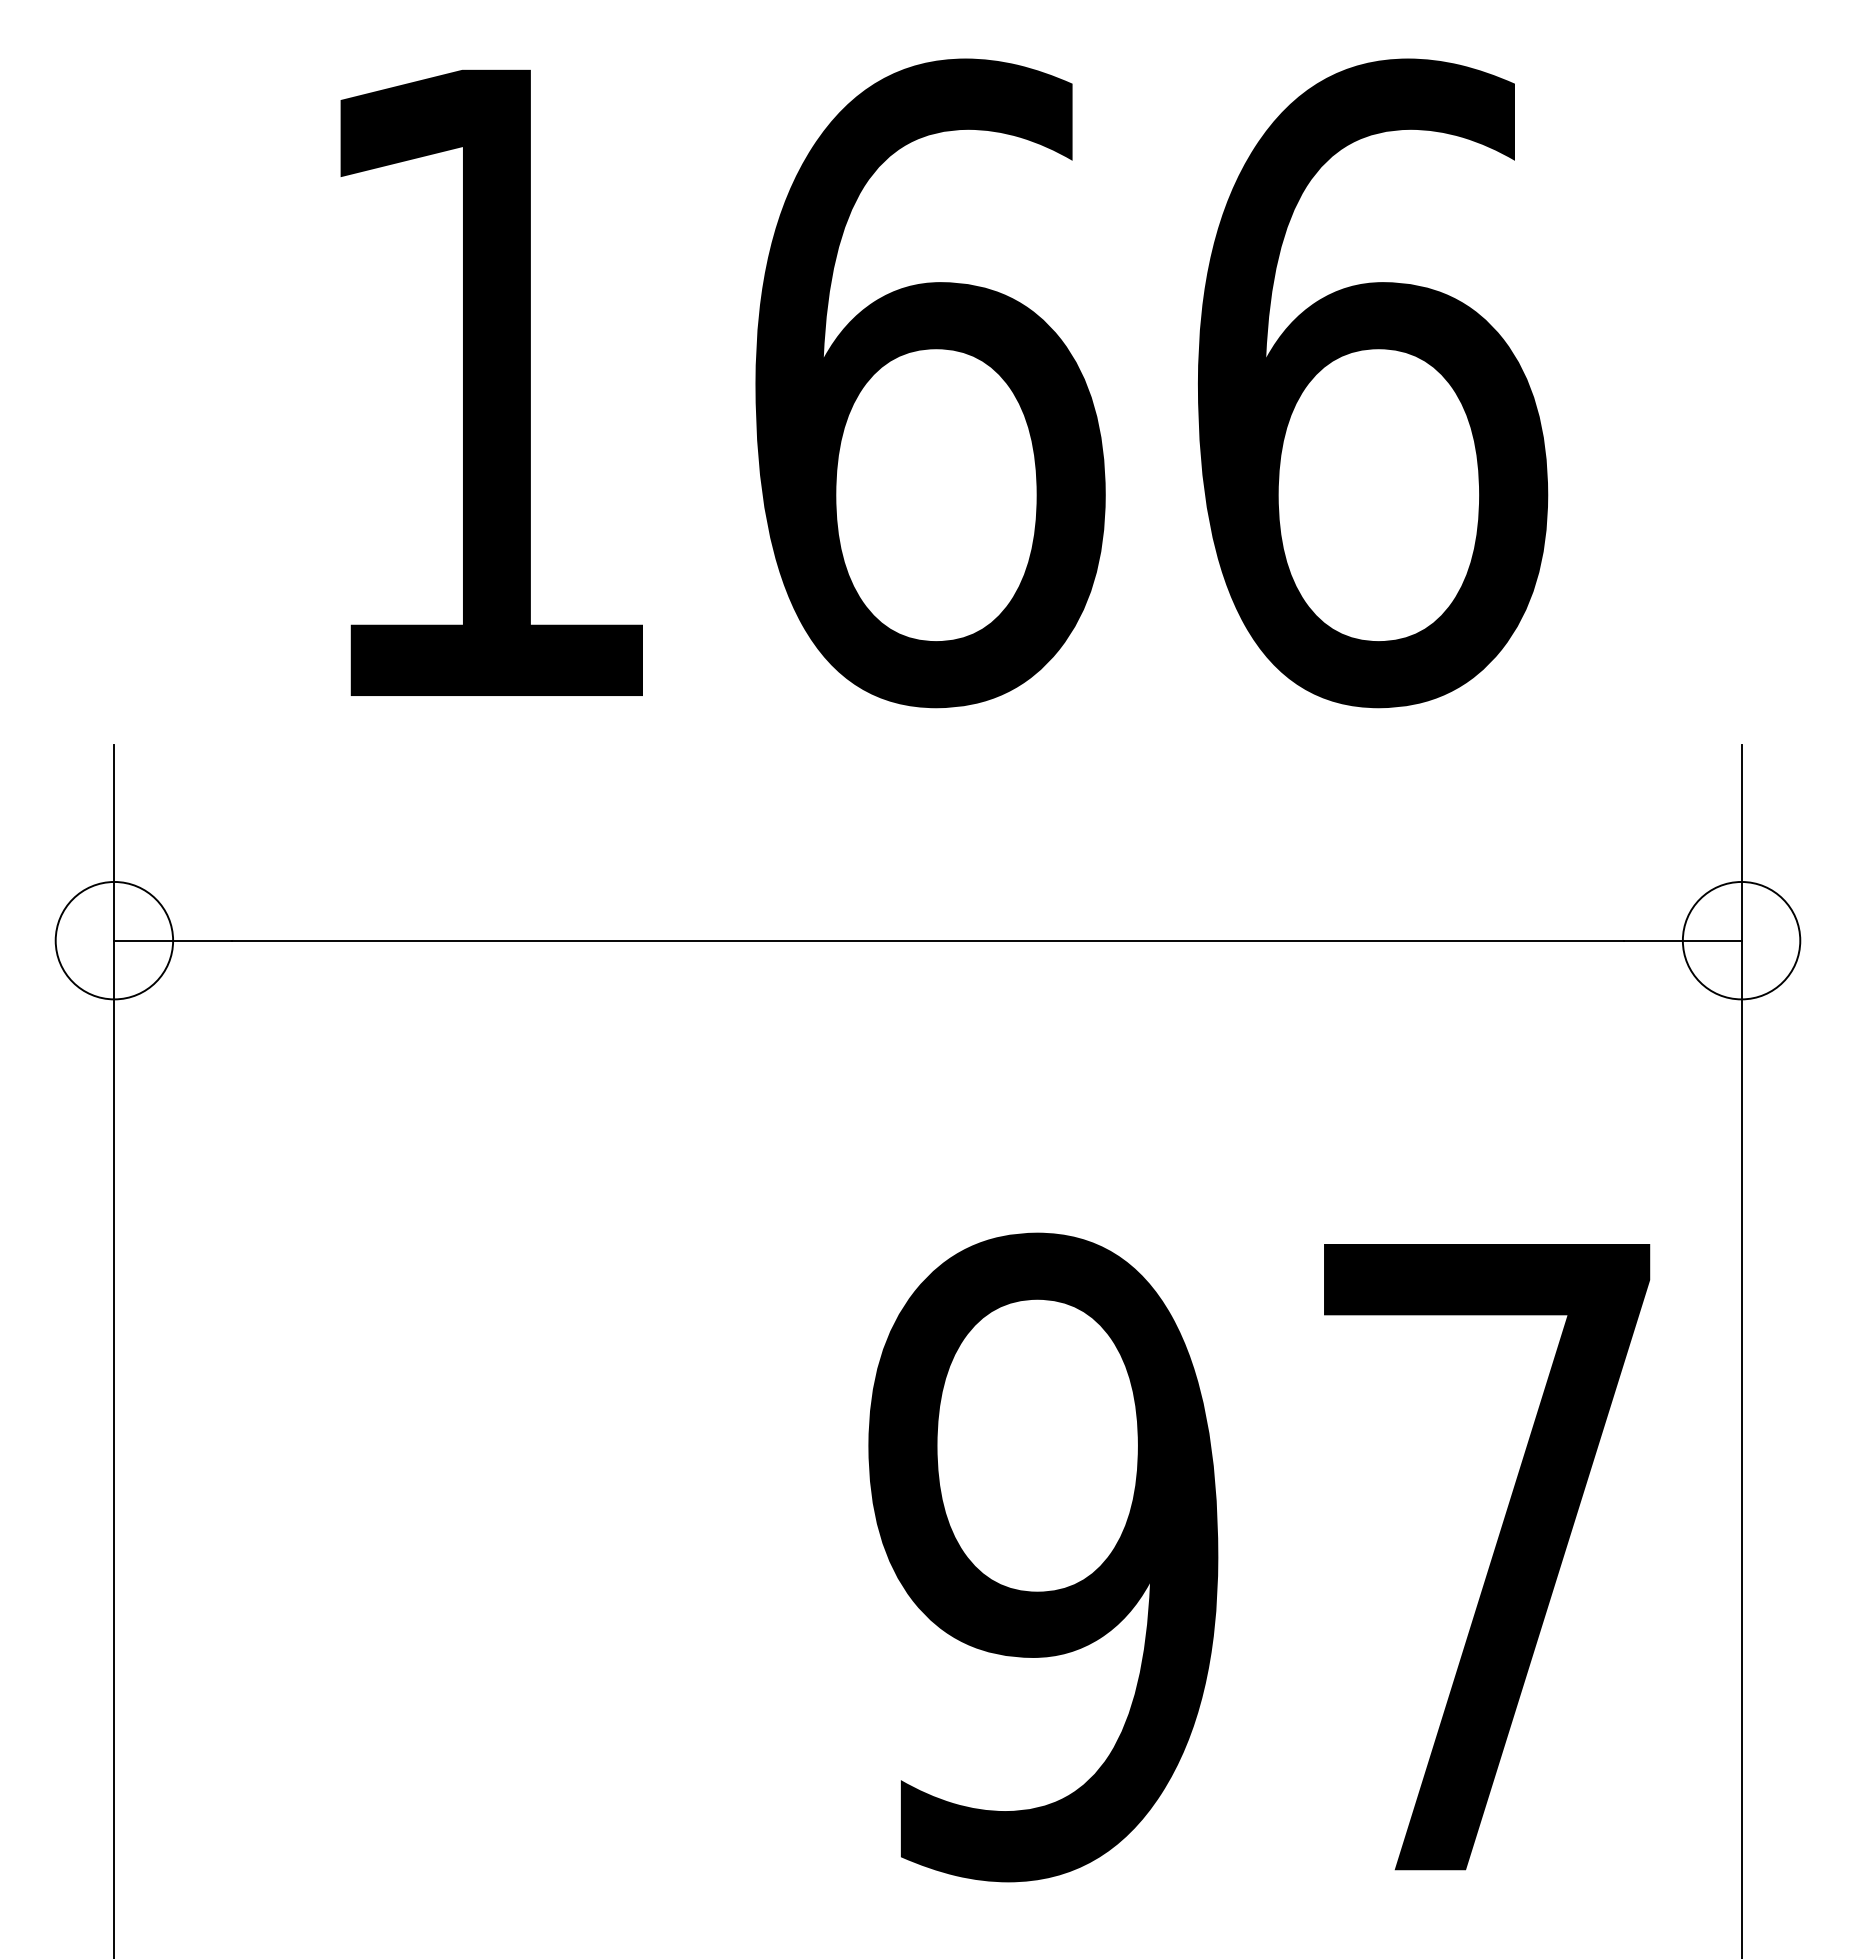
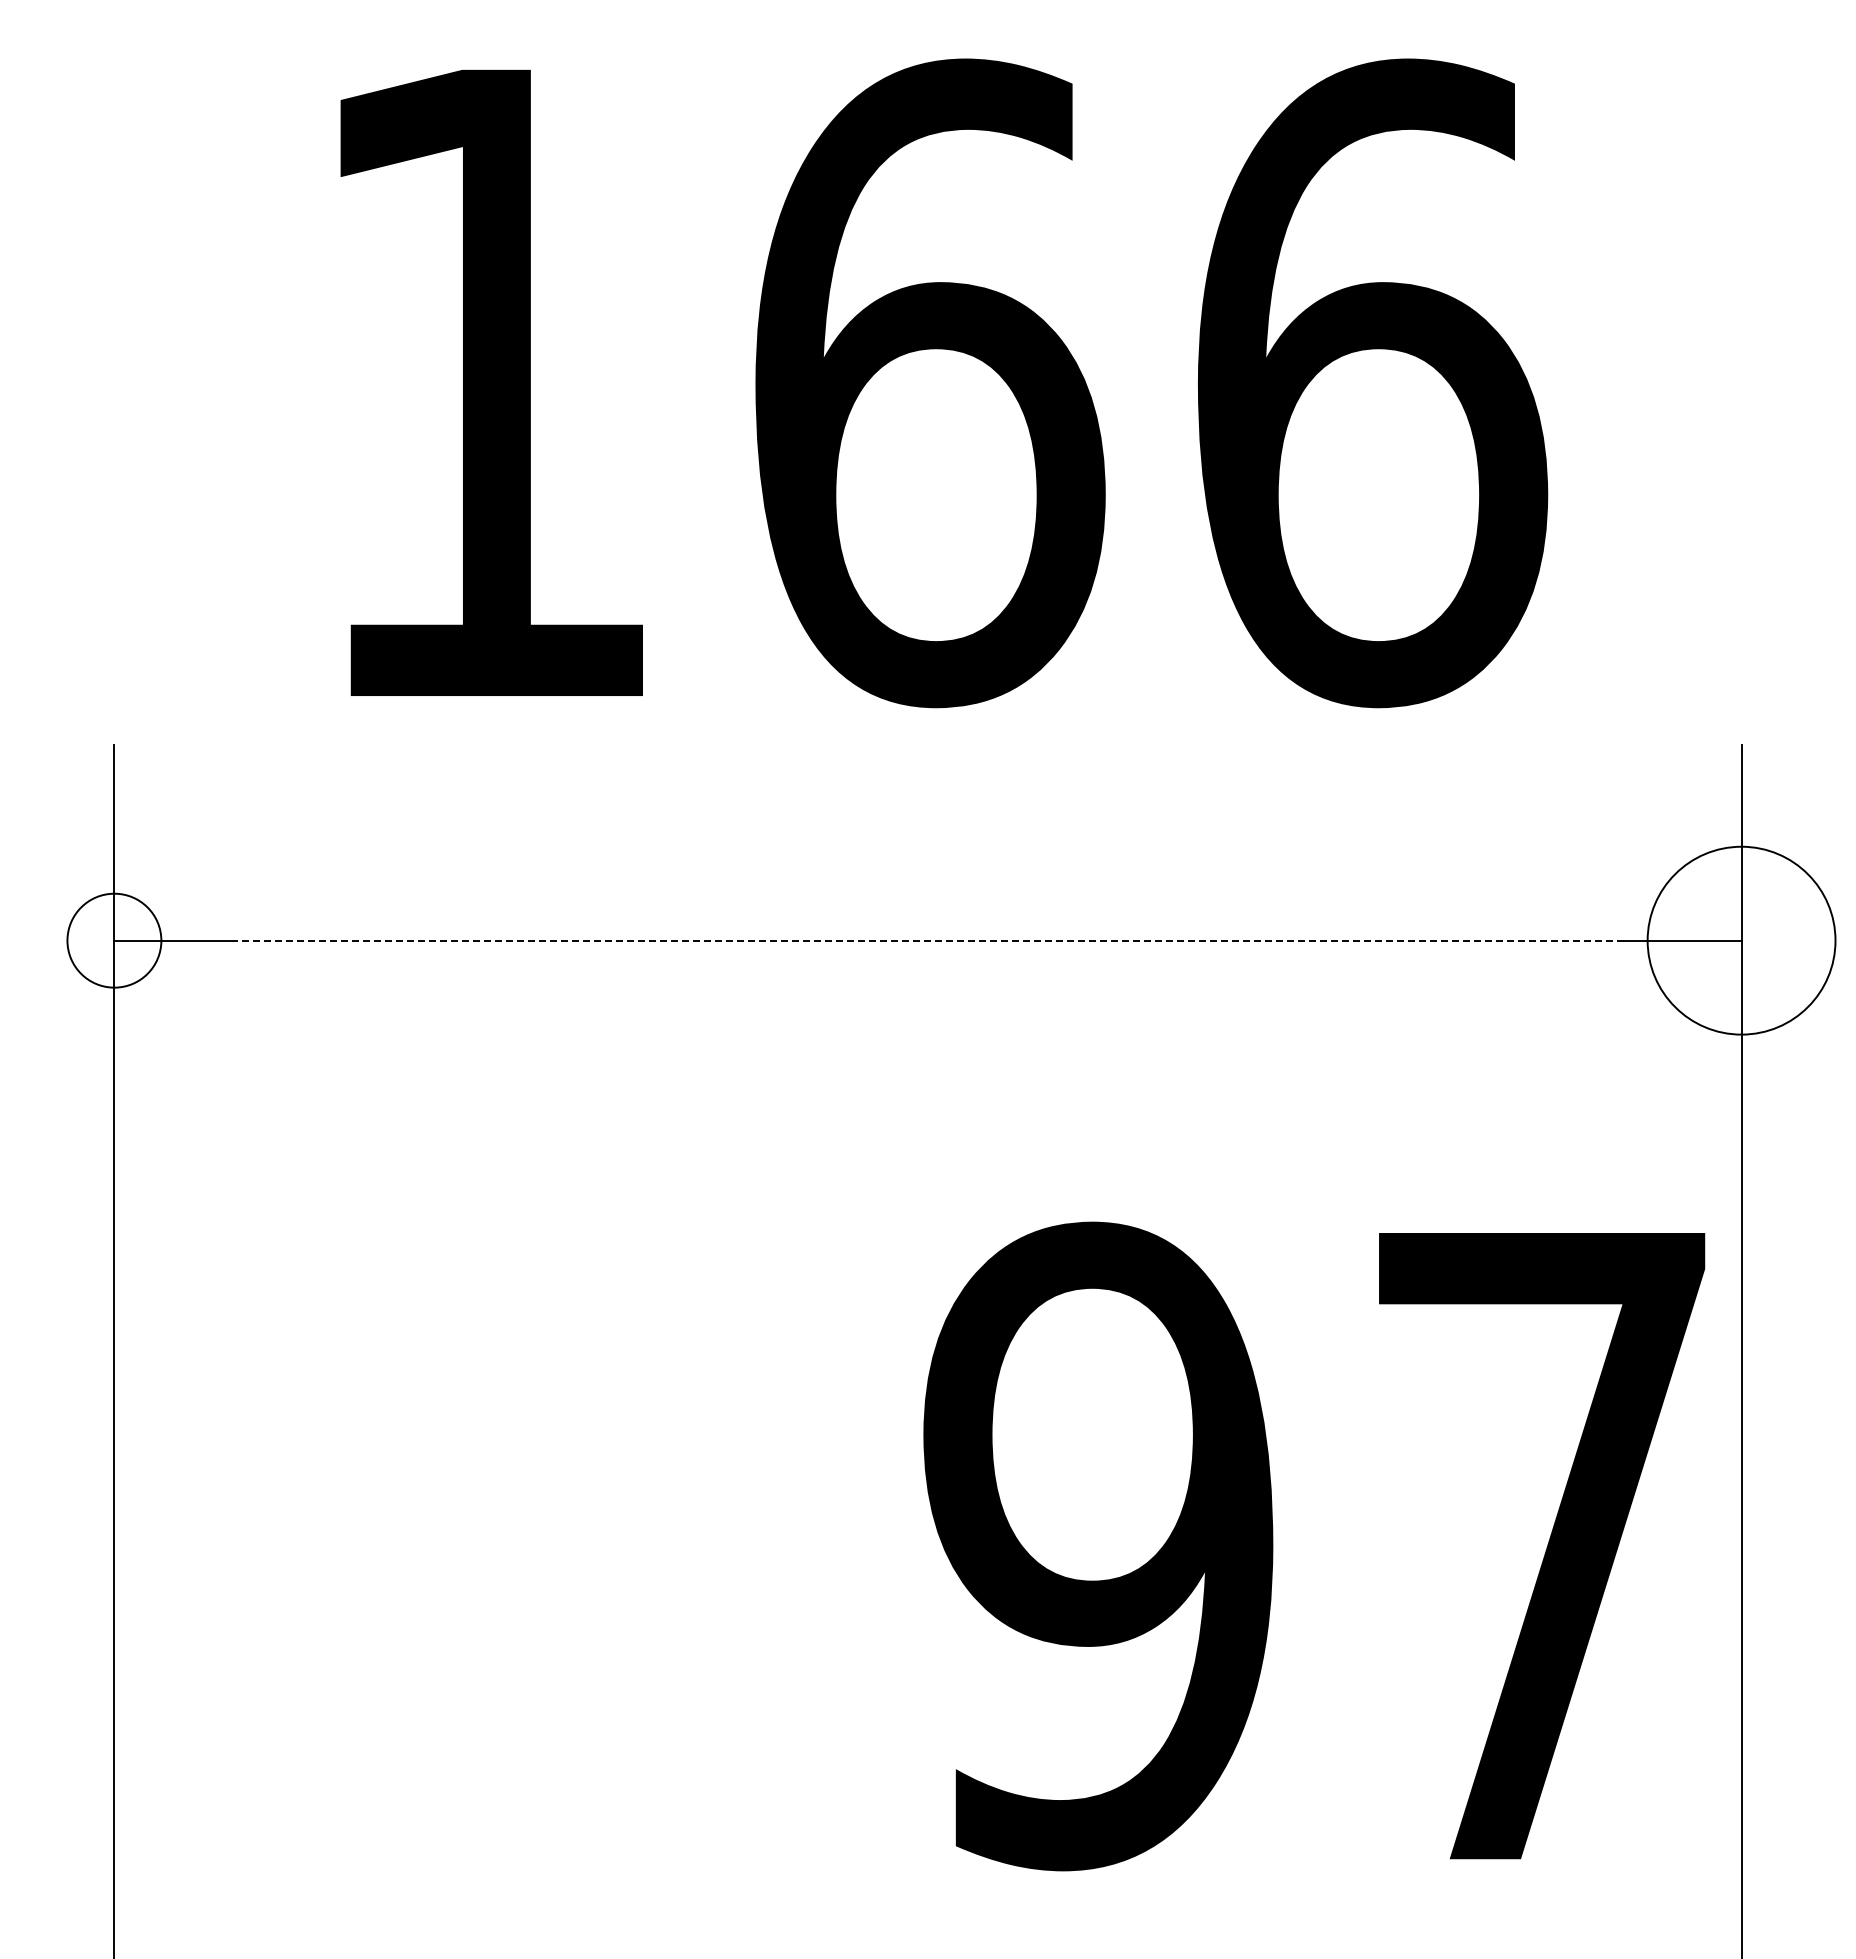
circle at (114, 940) diameter: 117 px -> 94 px
line at (927, 940): solid -> dashed
circle at (1741, 940) diameter: 117 px -> 188 px
text at (1259, 1557) position: (1259, 1557) -> (1314, 1546)
